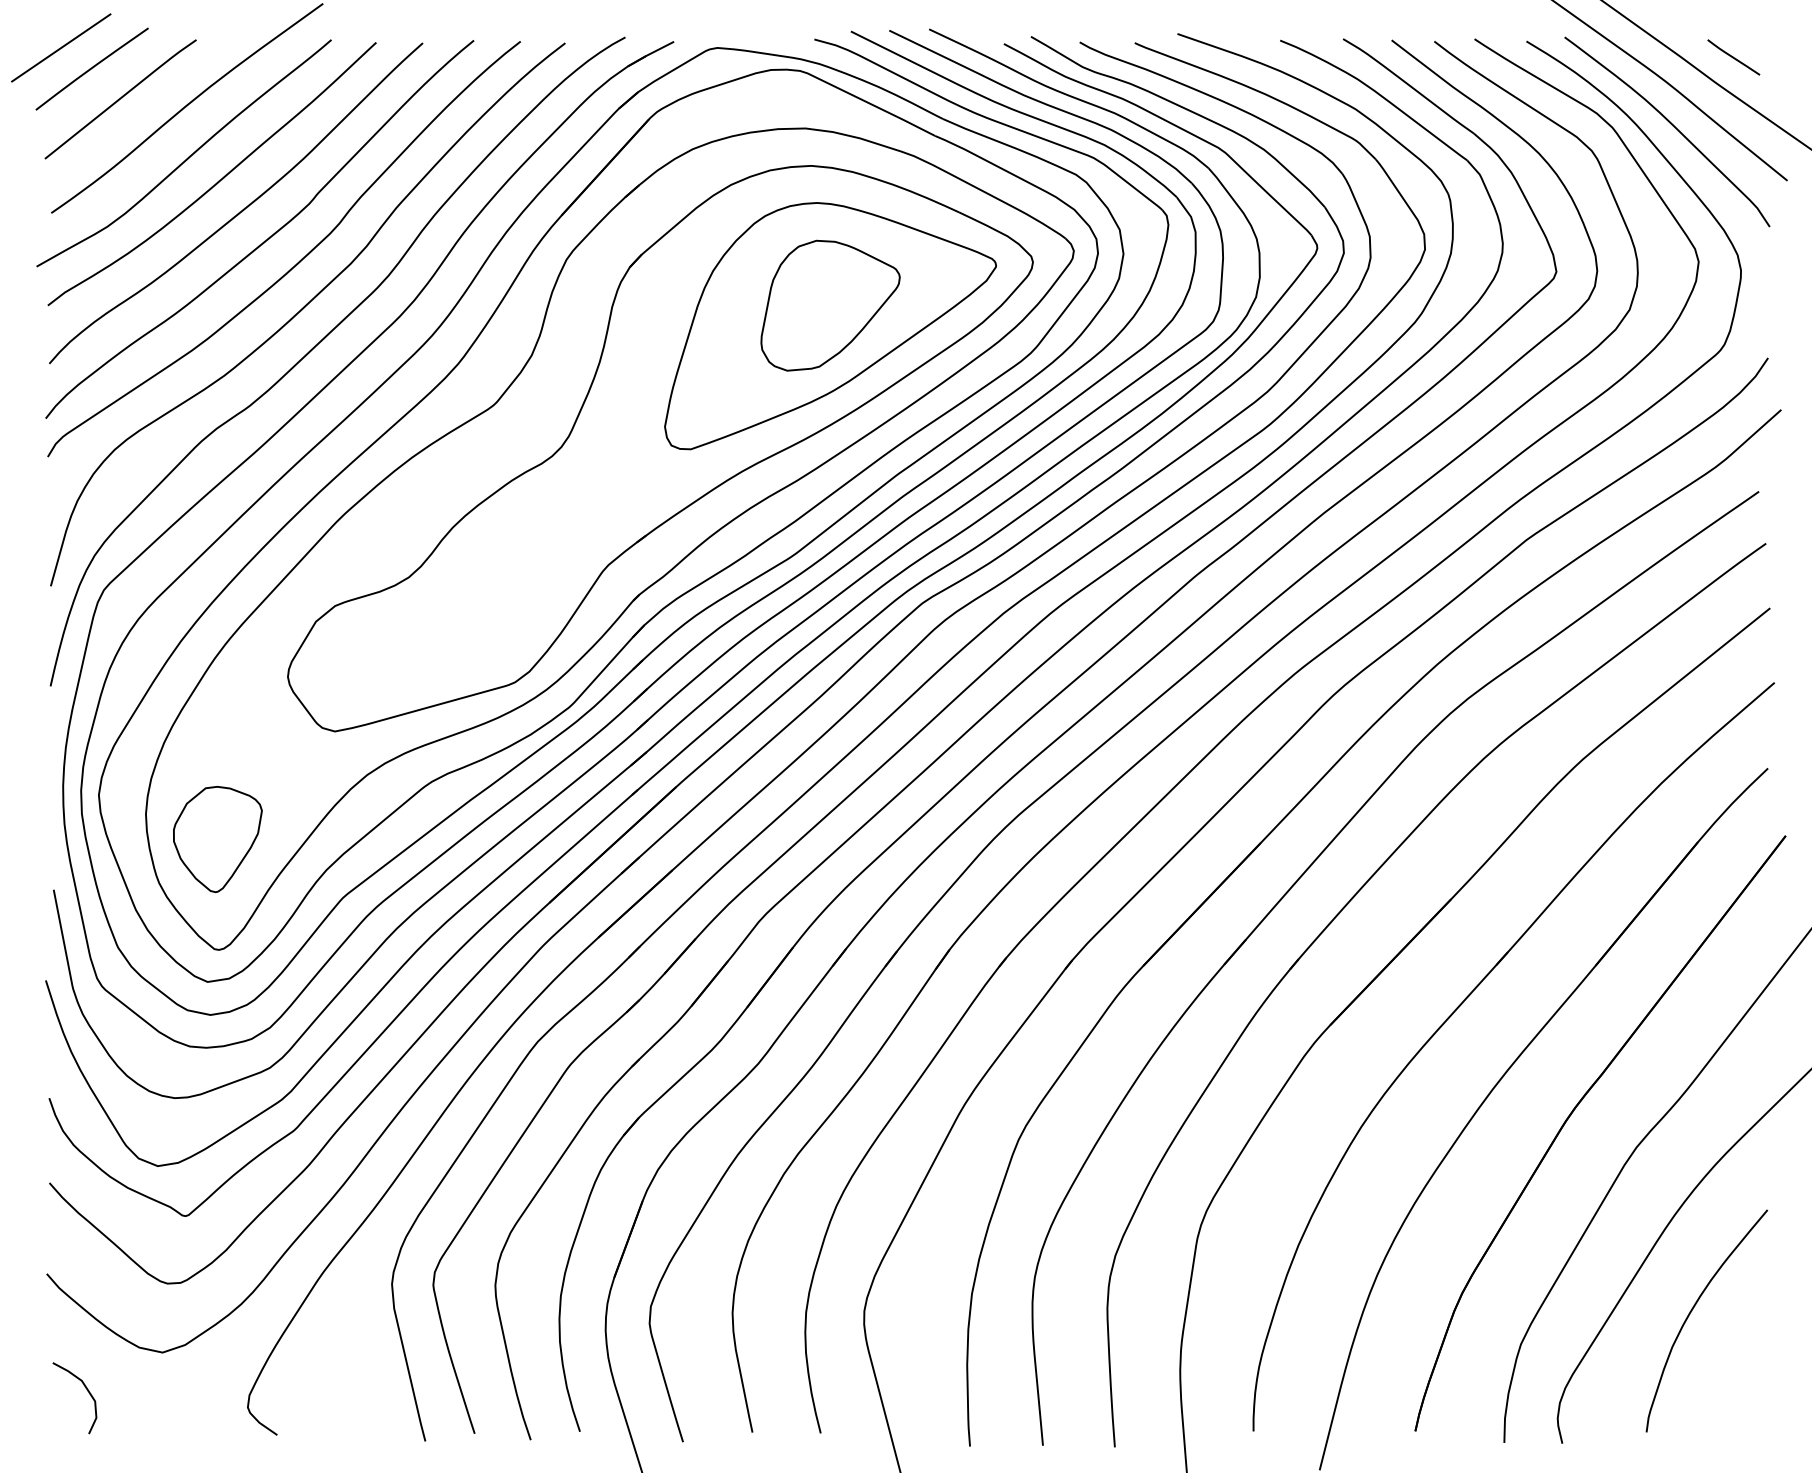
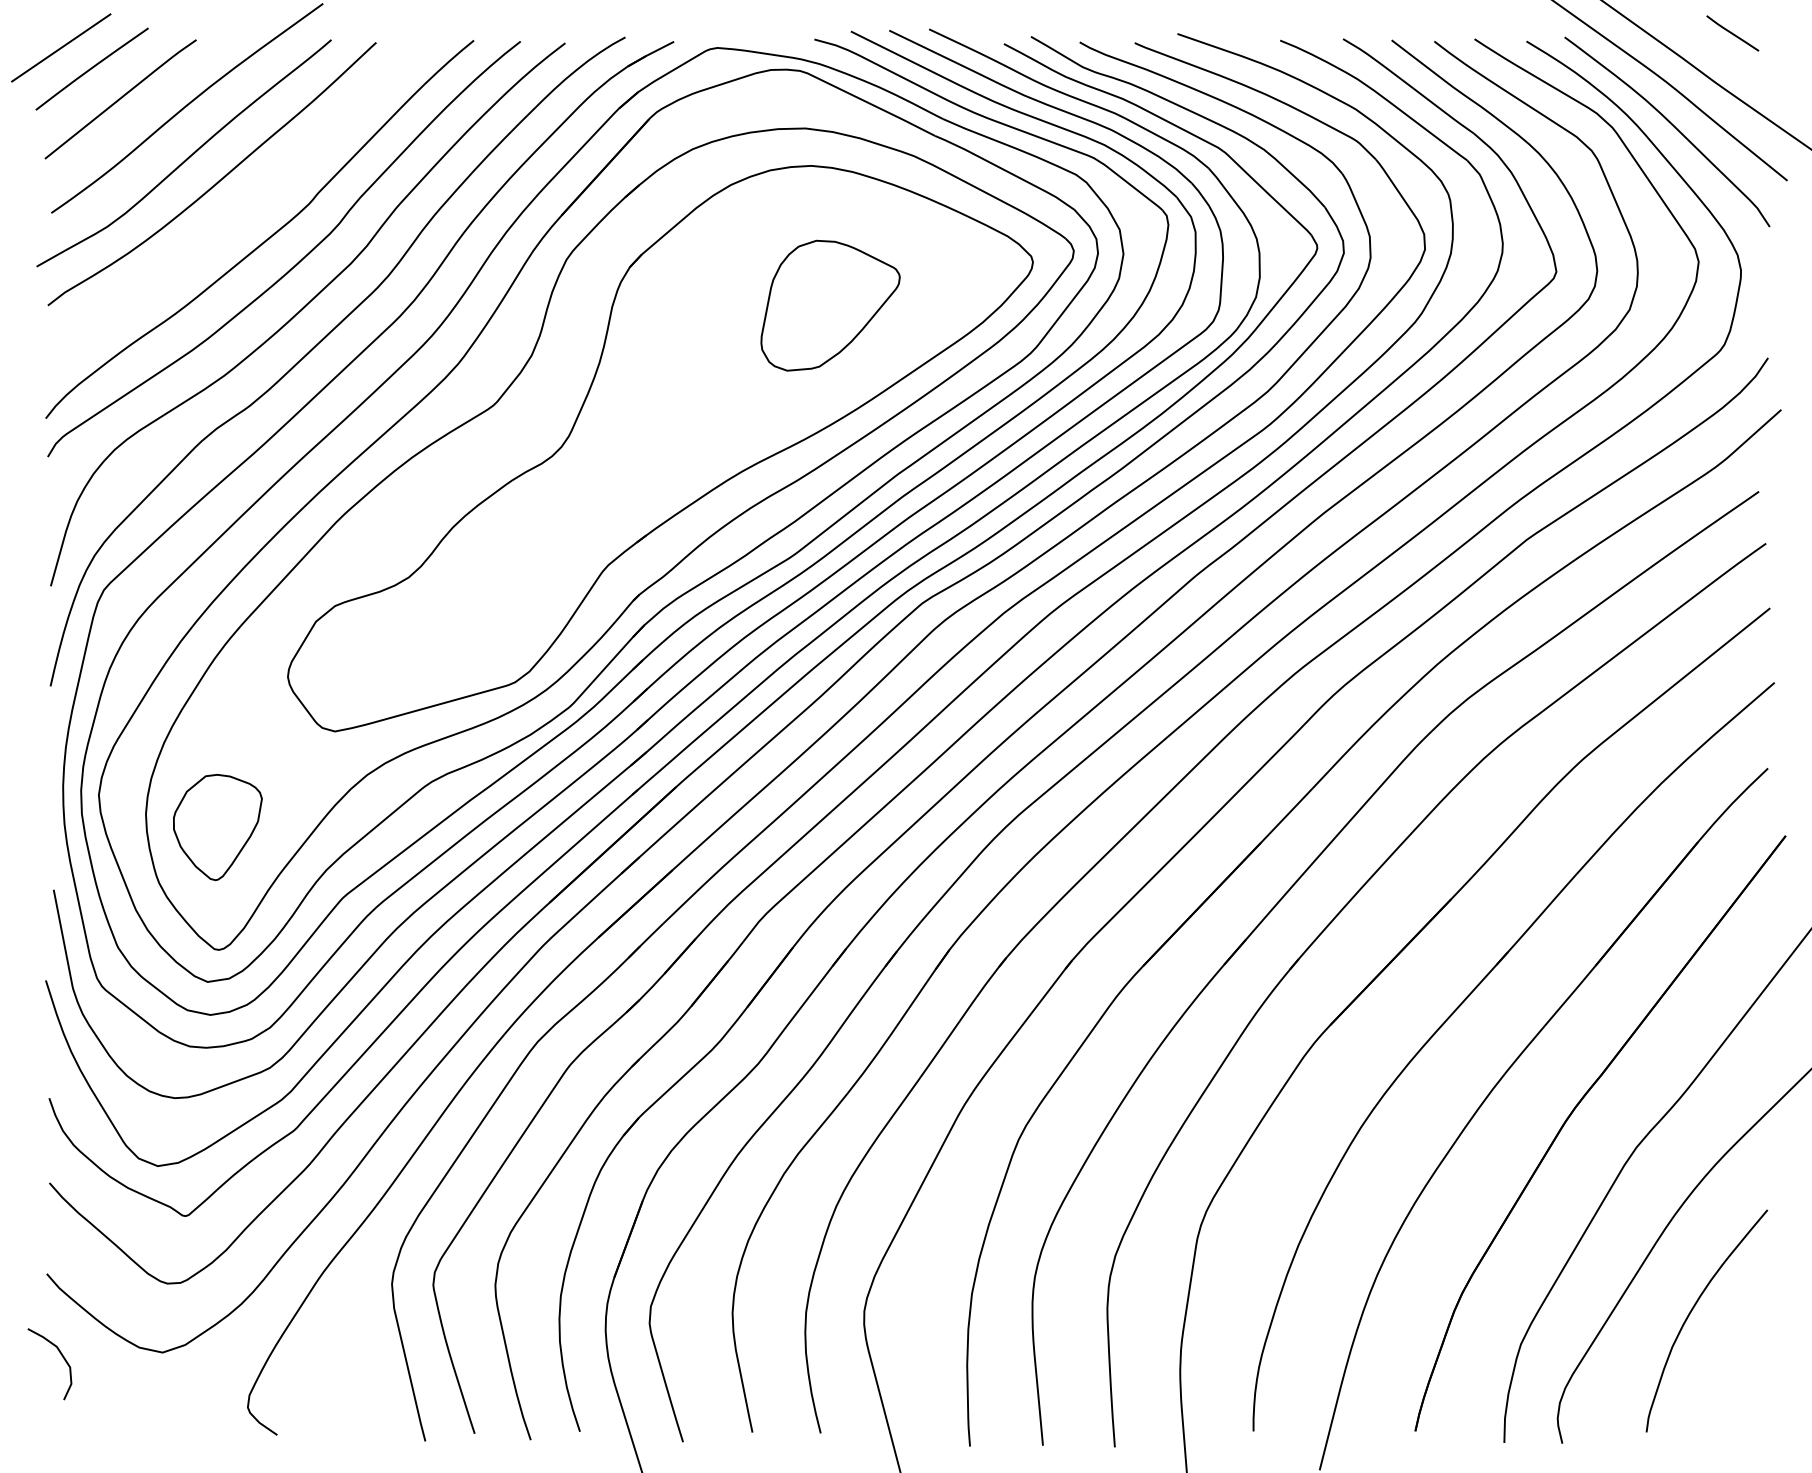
line at (1733, 57) position: (1733, 57) -> (1732, 33)
curve at (242, 209): present -> none
part at (830, 326): present -> none
part at (217, 839) position: (217, 839) -> (217, 827)
curve at (87, 1391) position: (87, 1391) -> (62, 1357)
